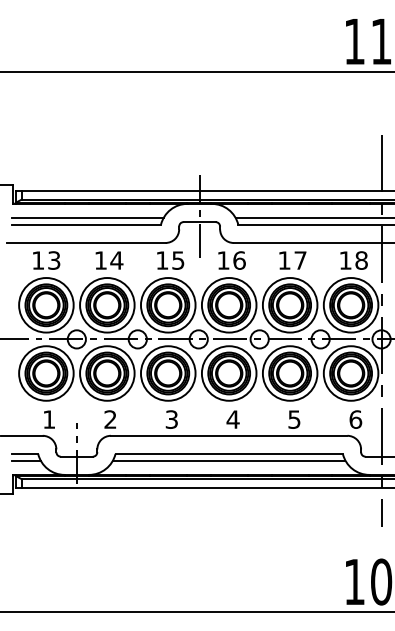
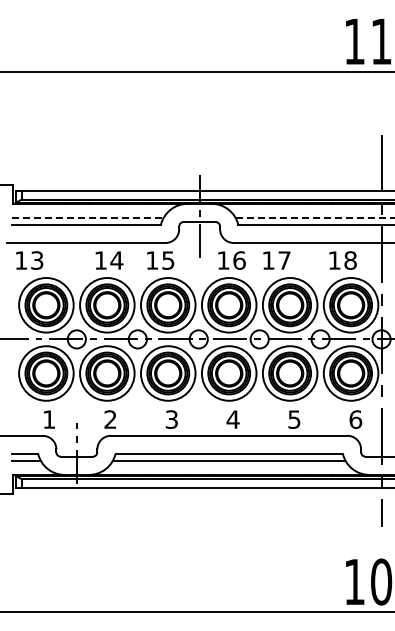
line at (87, 218): solid -> dashed
line at (315, 218): solid -> dashed
text at (46, 260) position: (46, 260) -> (29, 260)
text at (170, 260) position: (170, 260) -> (160, 260)
text at (292, 260) position: (292, 260) -> (276, 260)
text at (353, 260) position: (353, 260) -> (342, 260)
